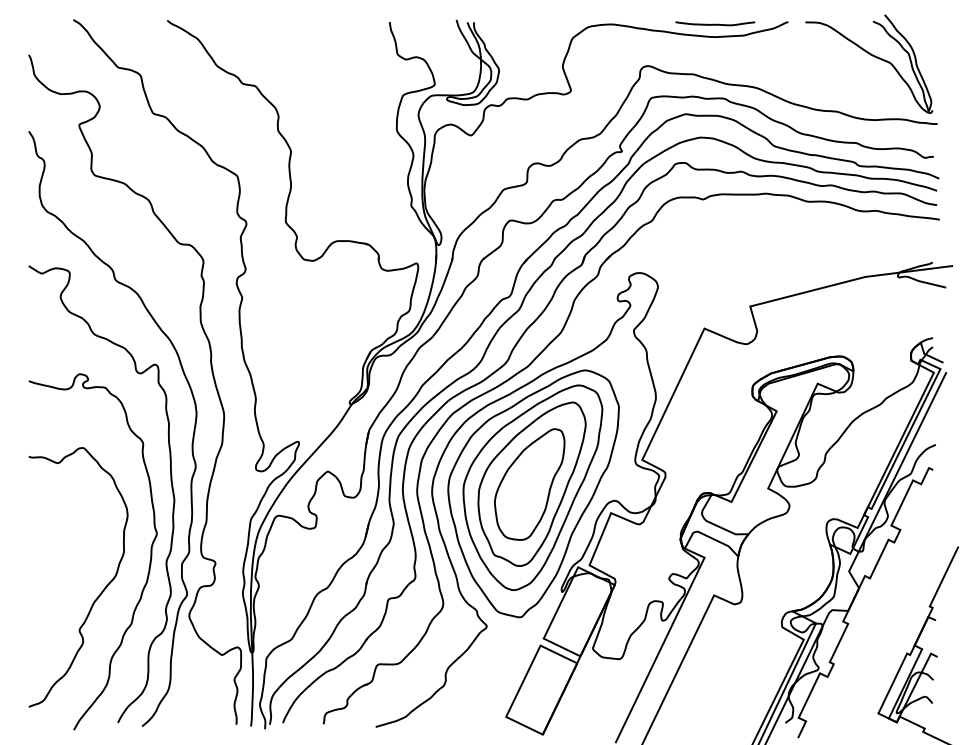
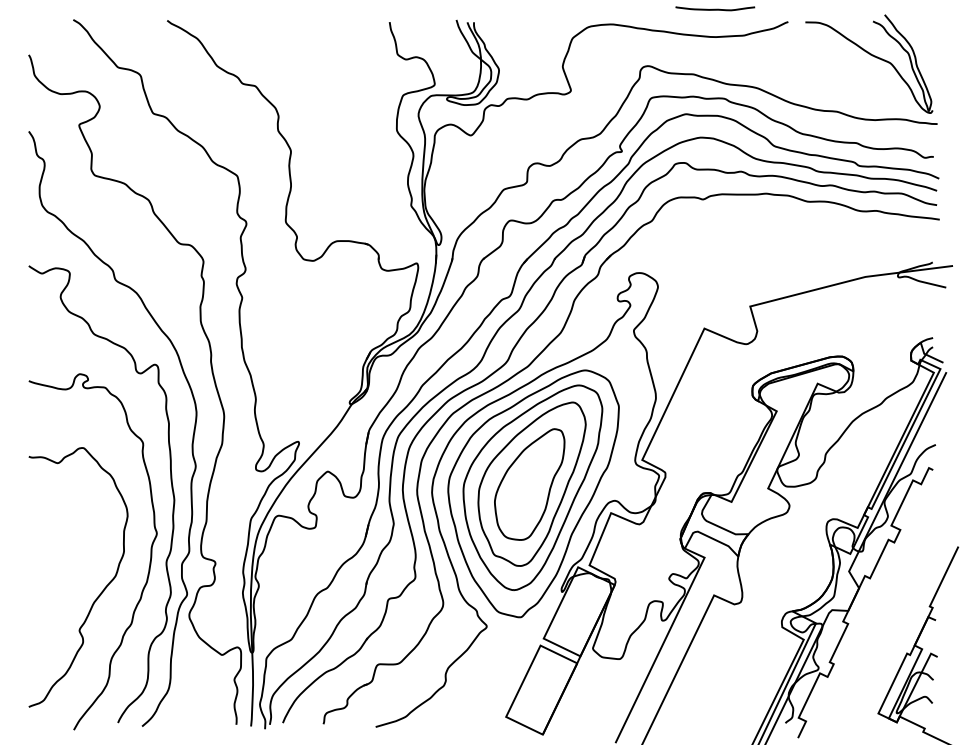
curve at (715, 23) position: (715, 23) -> (715, 8)
